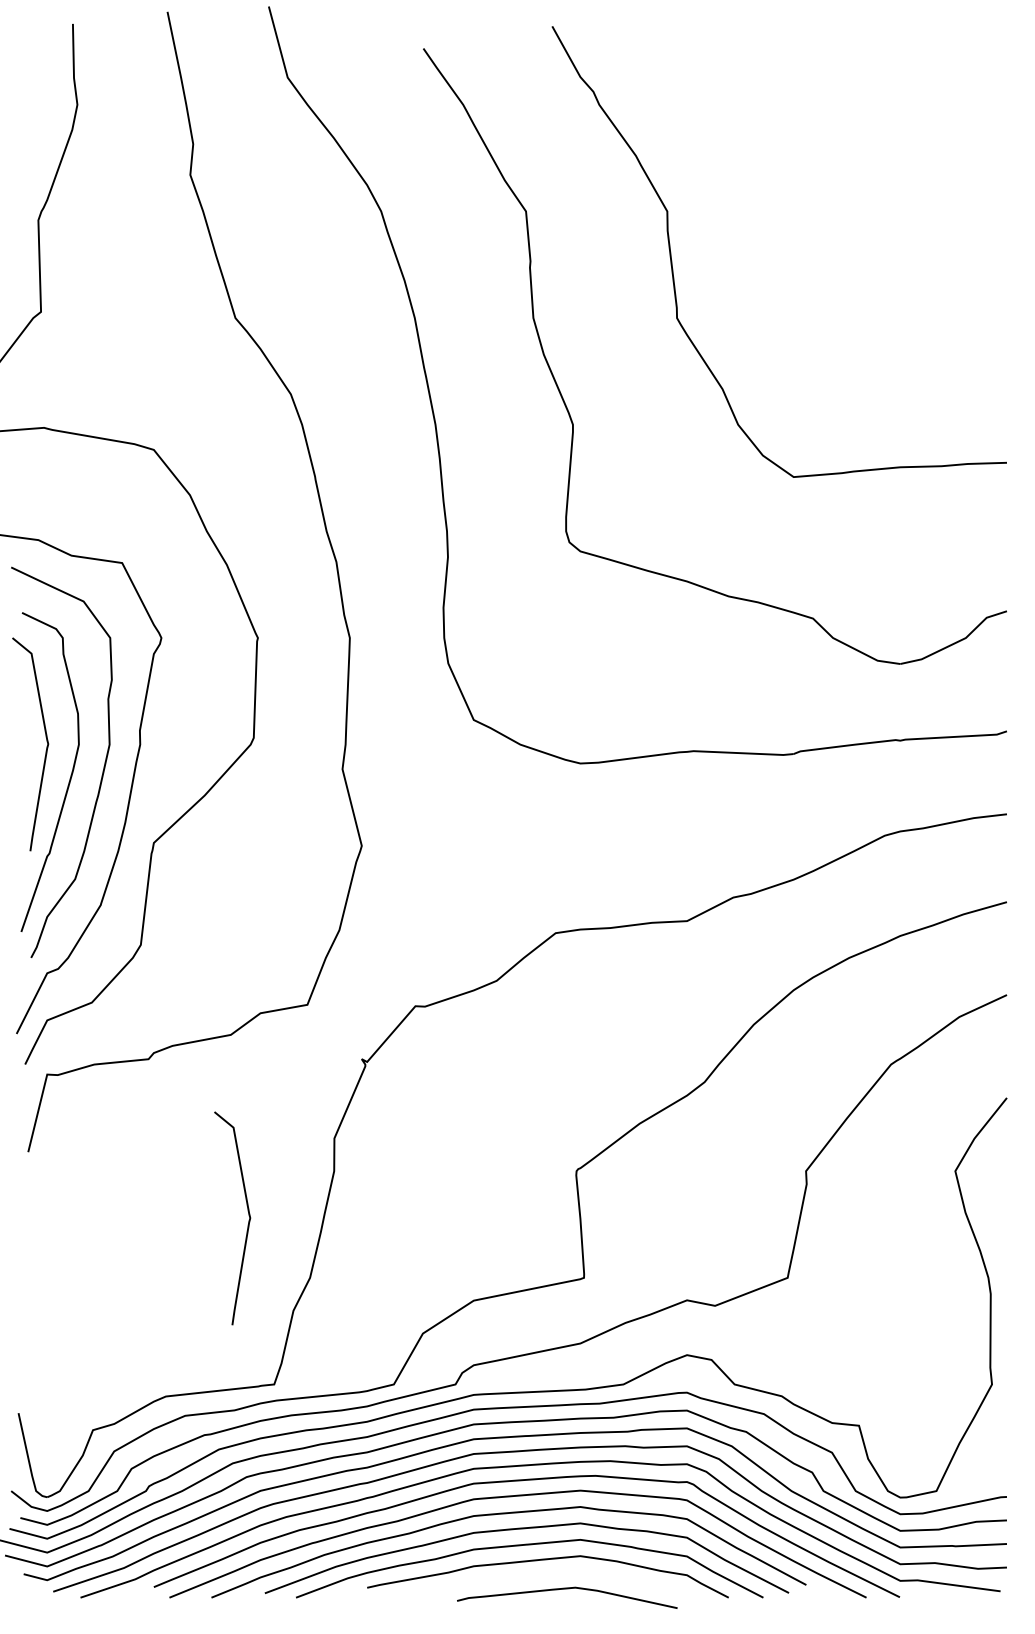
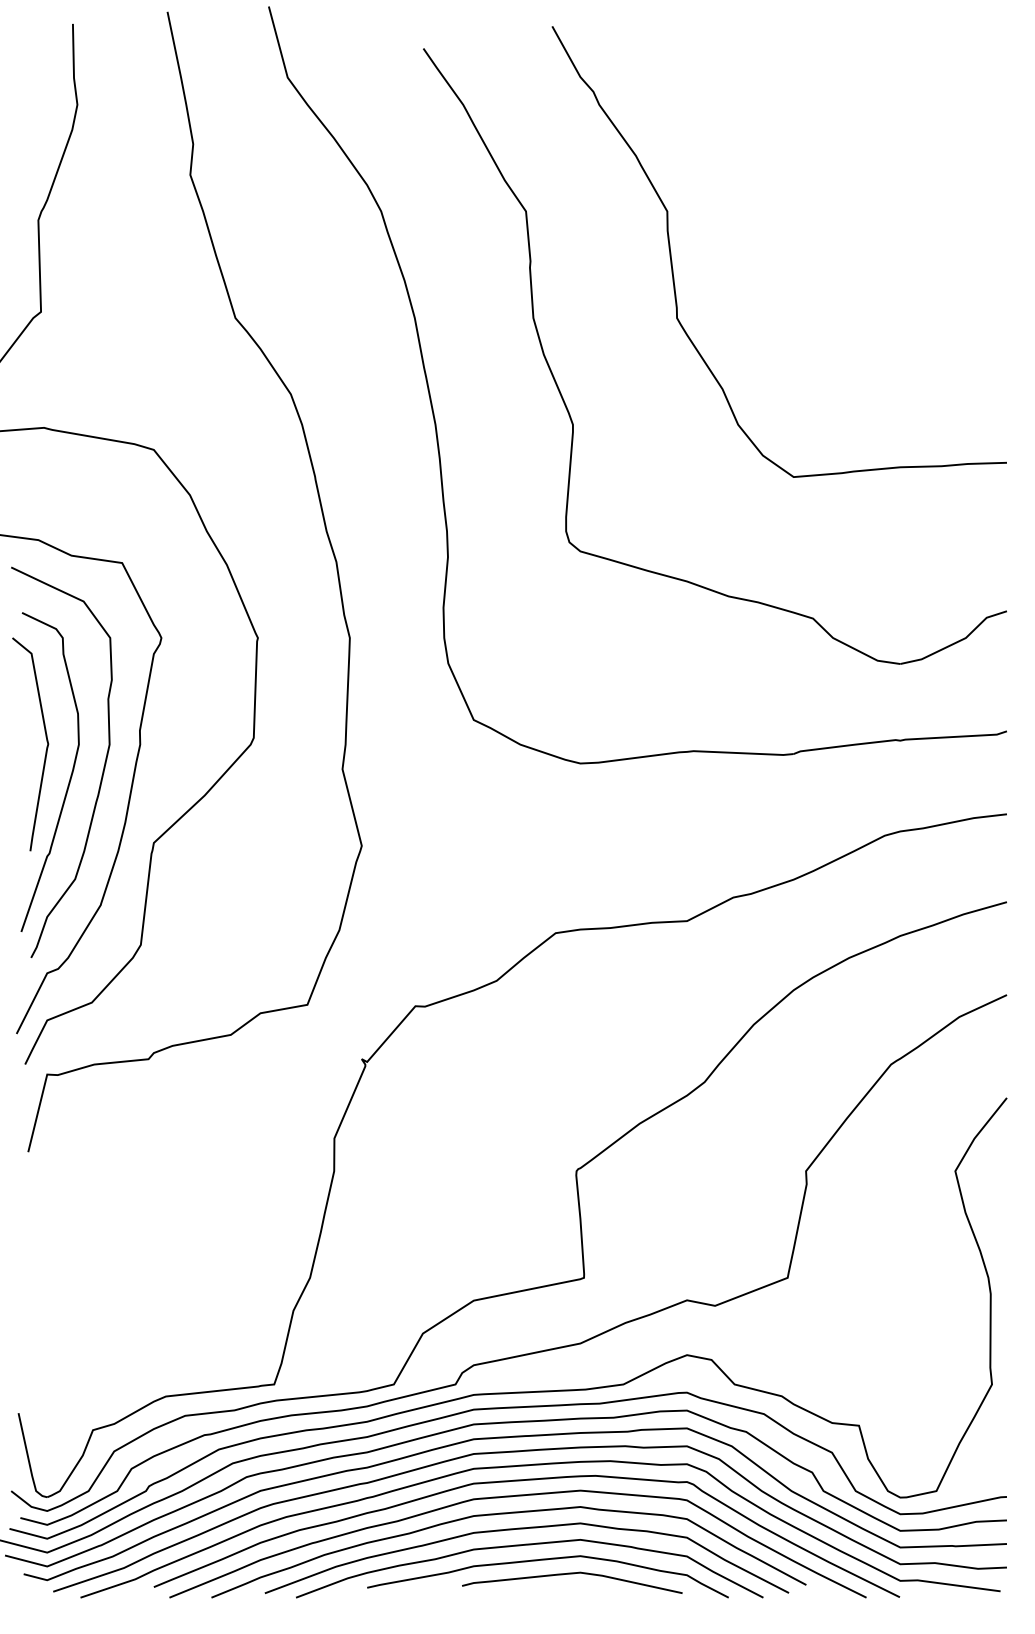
curve at (248, 1220): present -> none
curve at (567, 1589) position: (567, 1589) -> (572, 1574)
